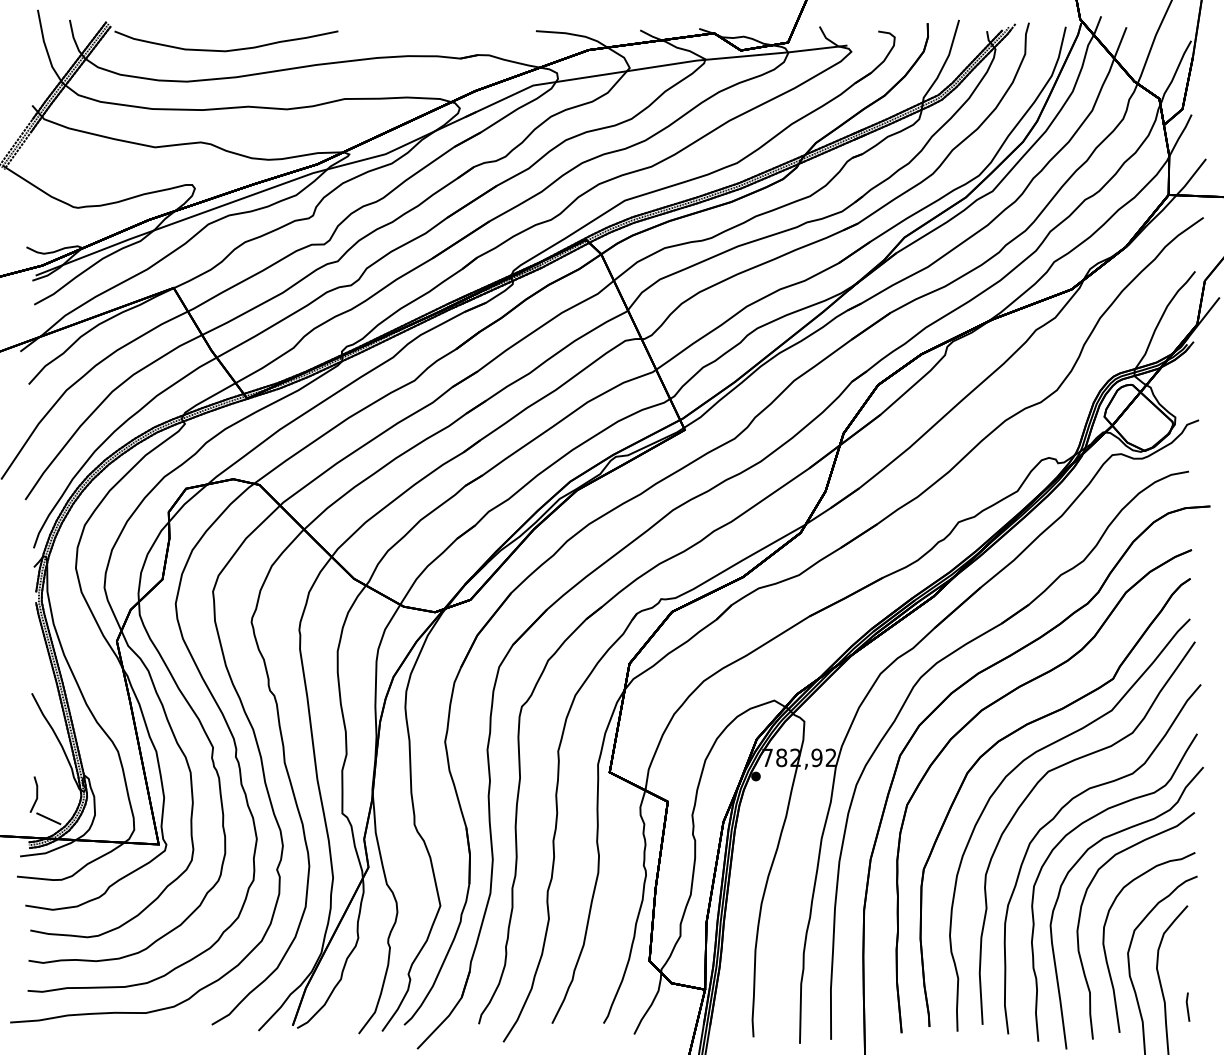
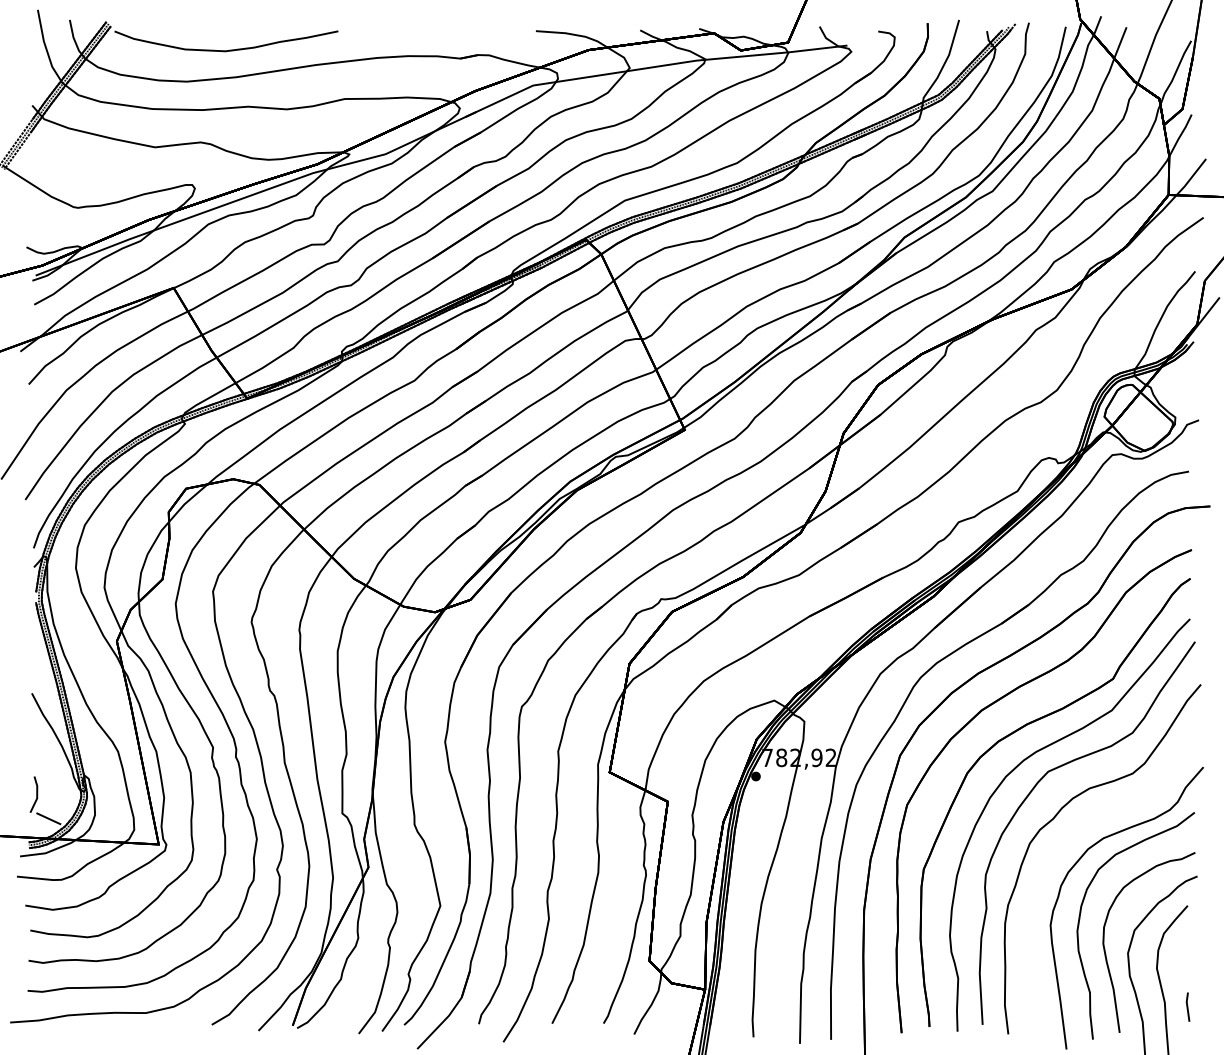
part at (1074, 830): present -> none
